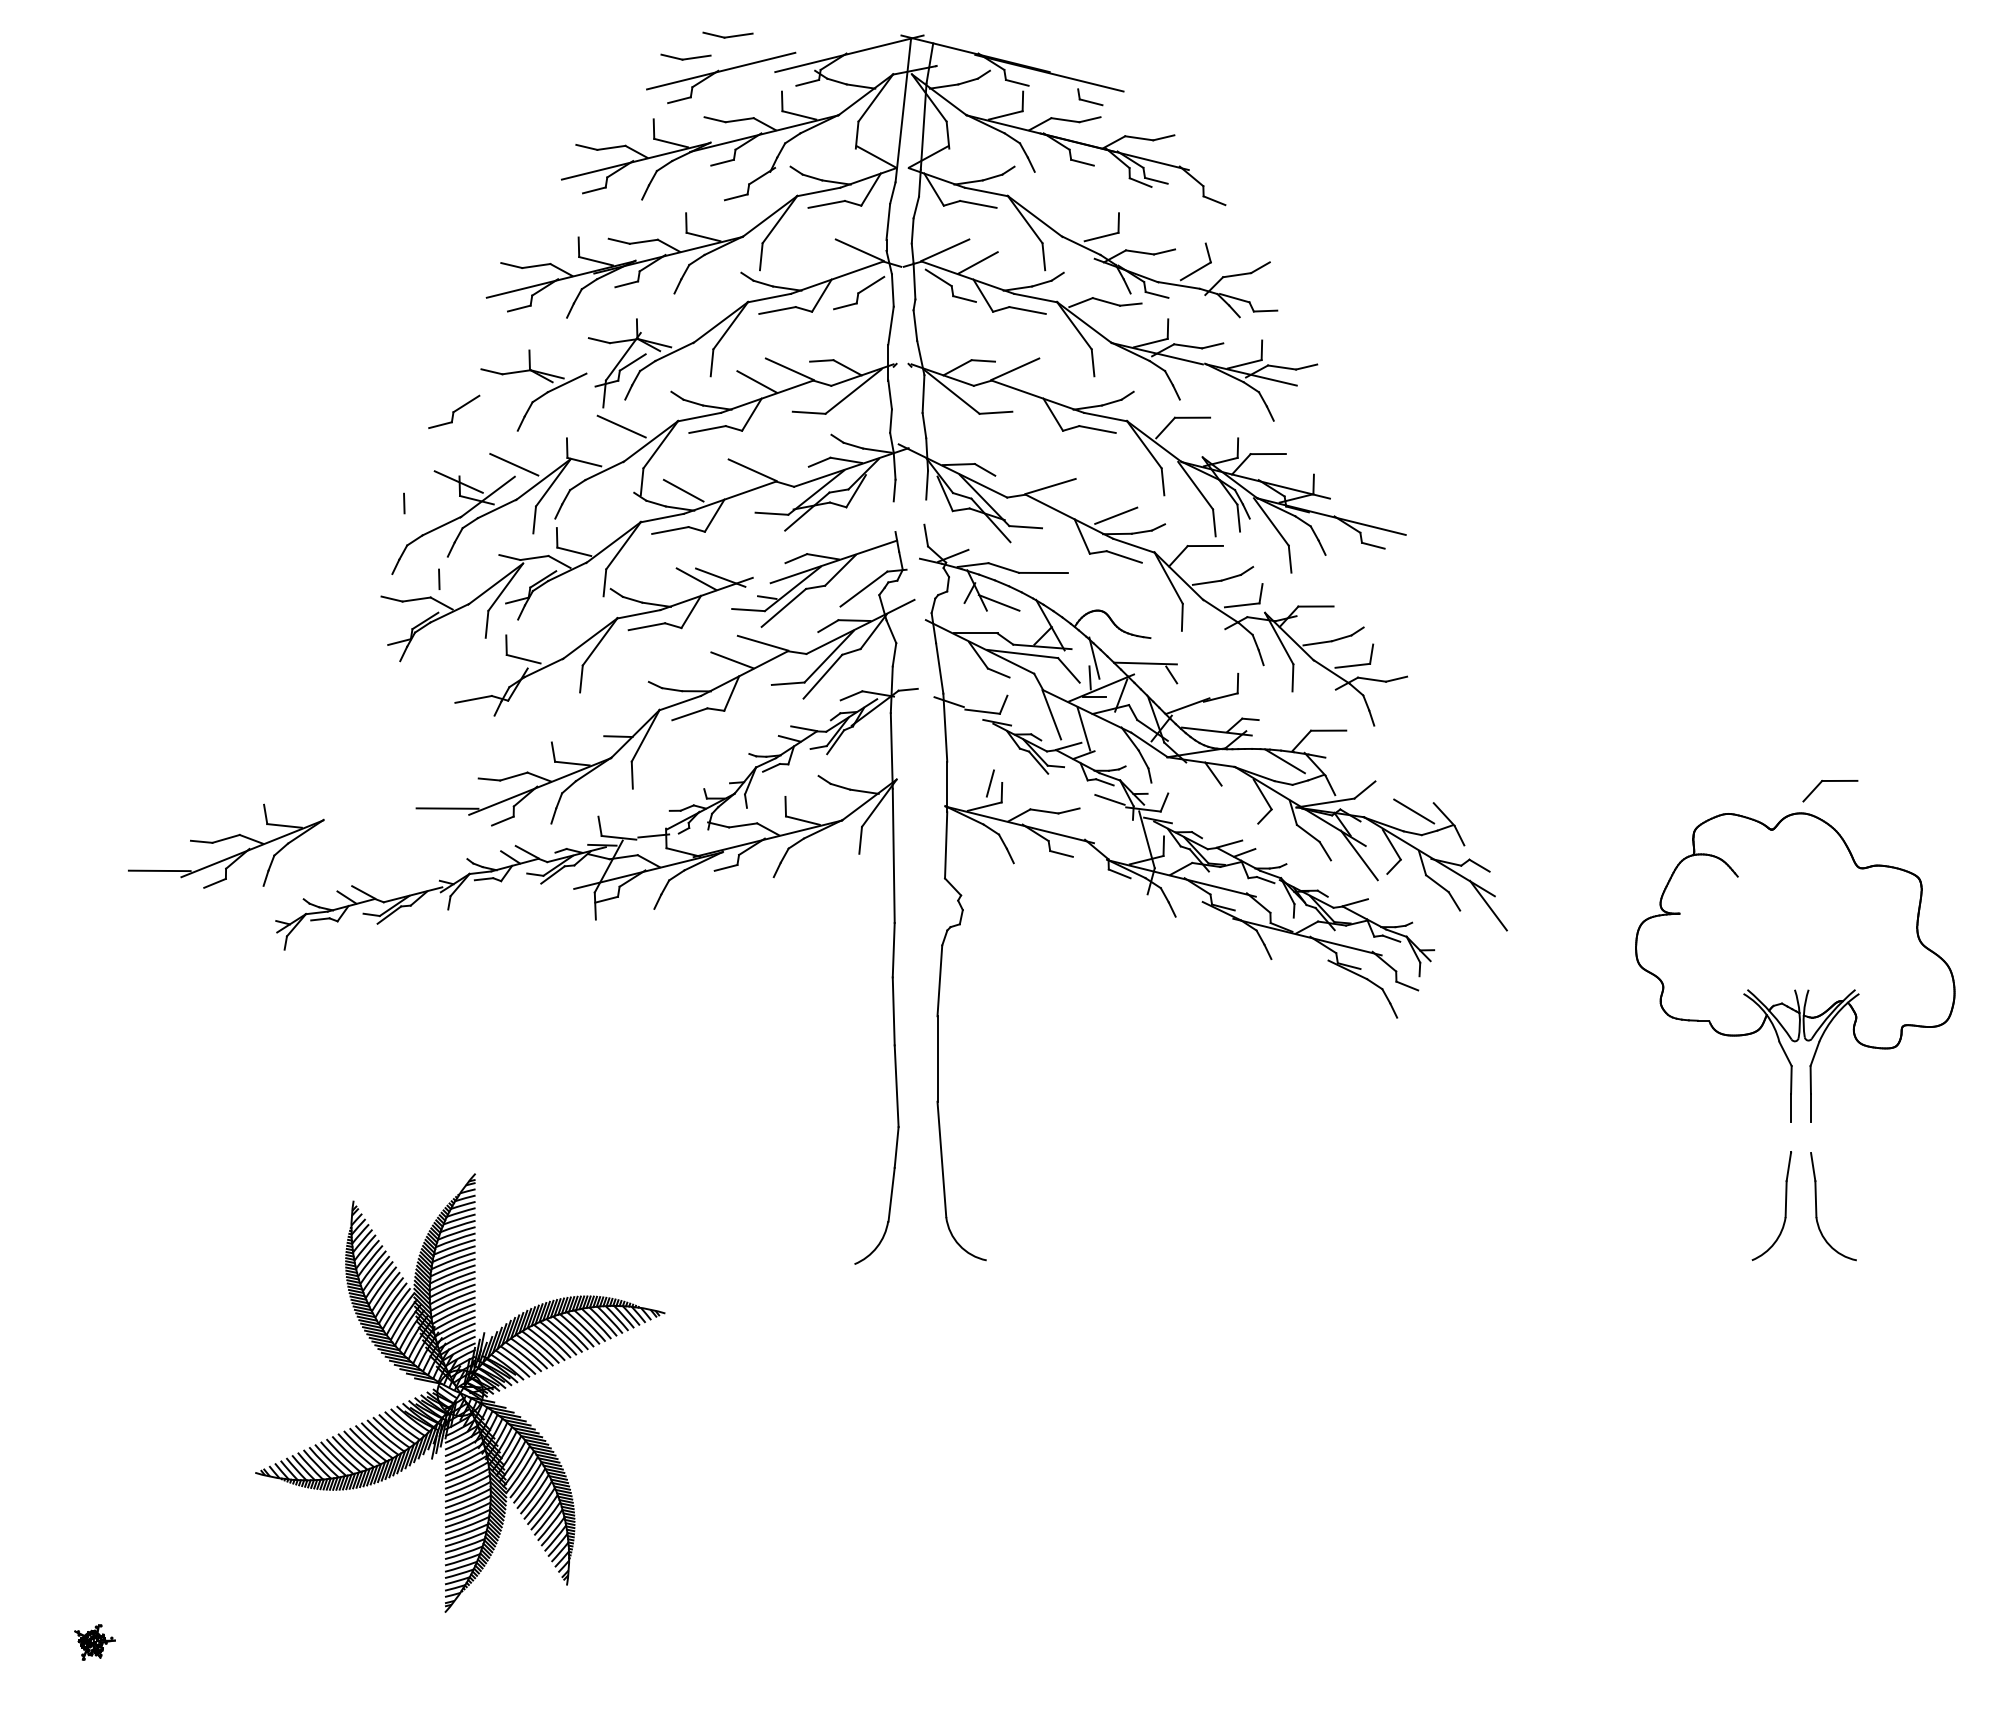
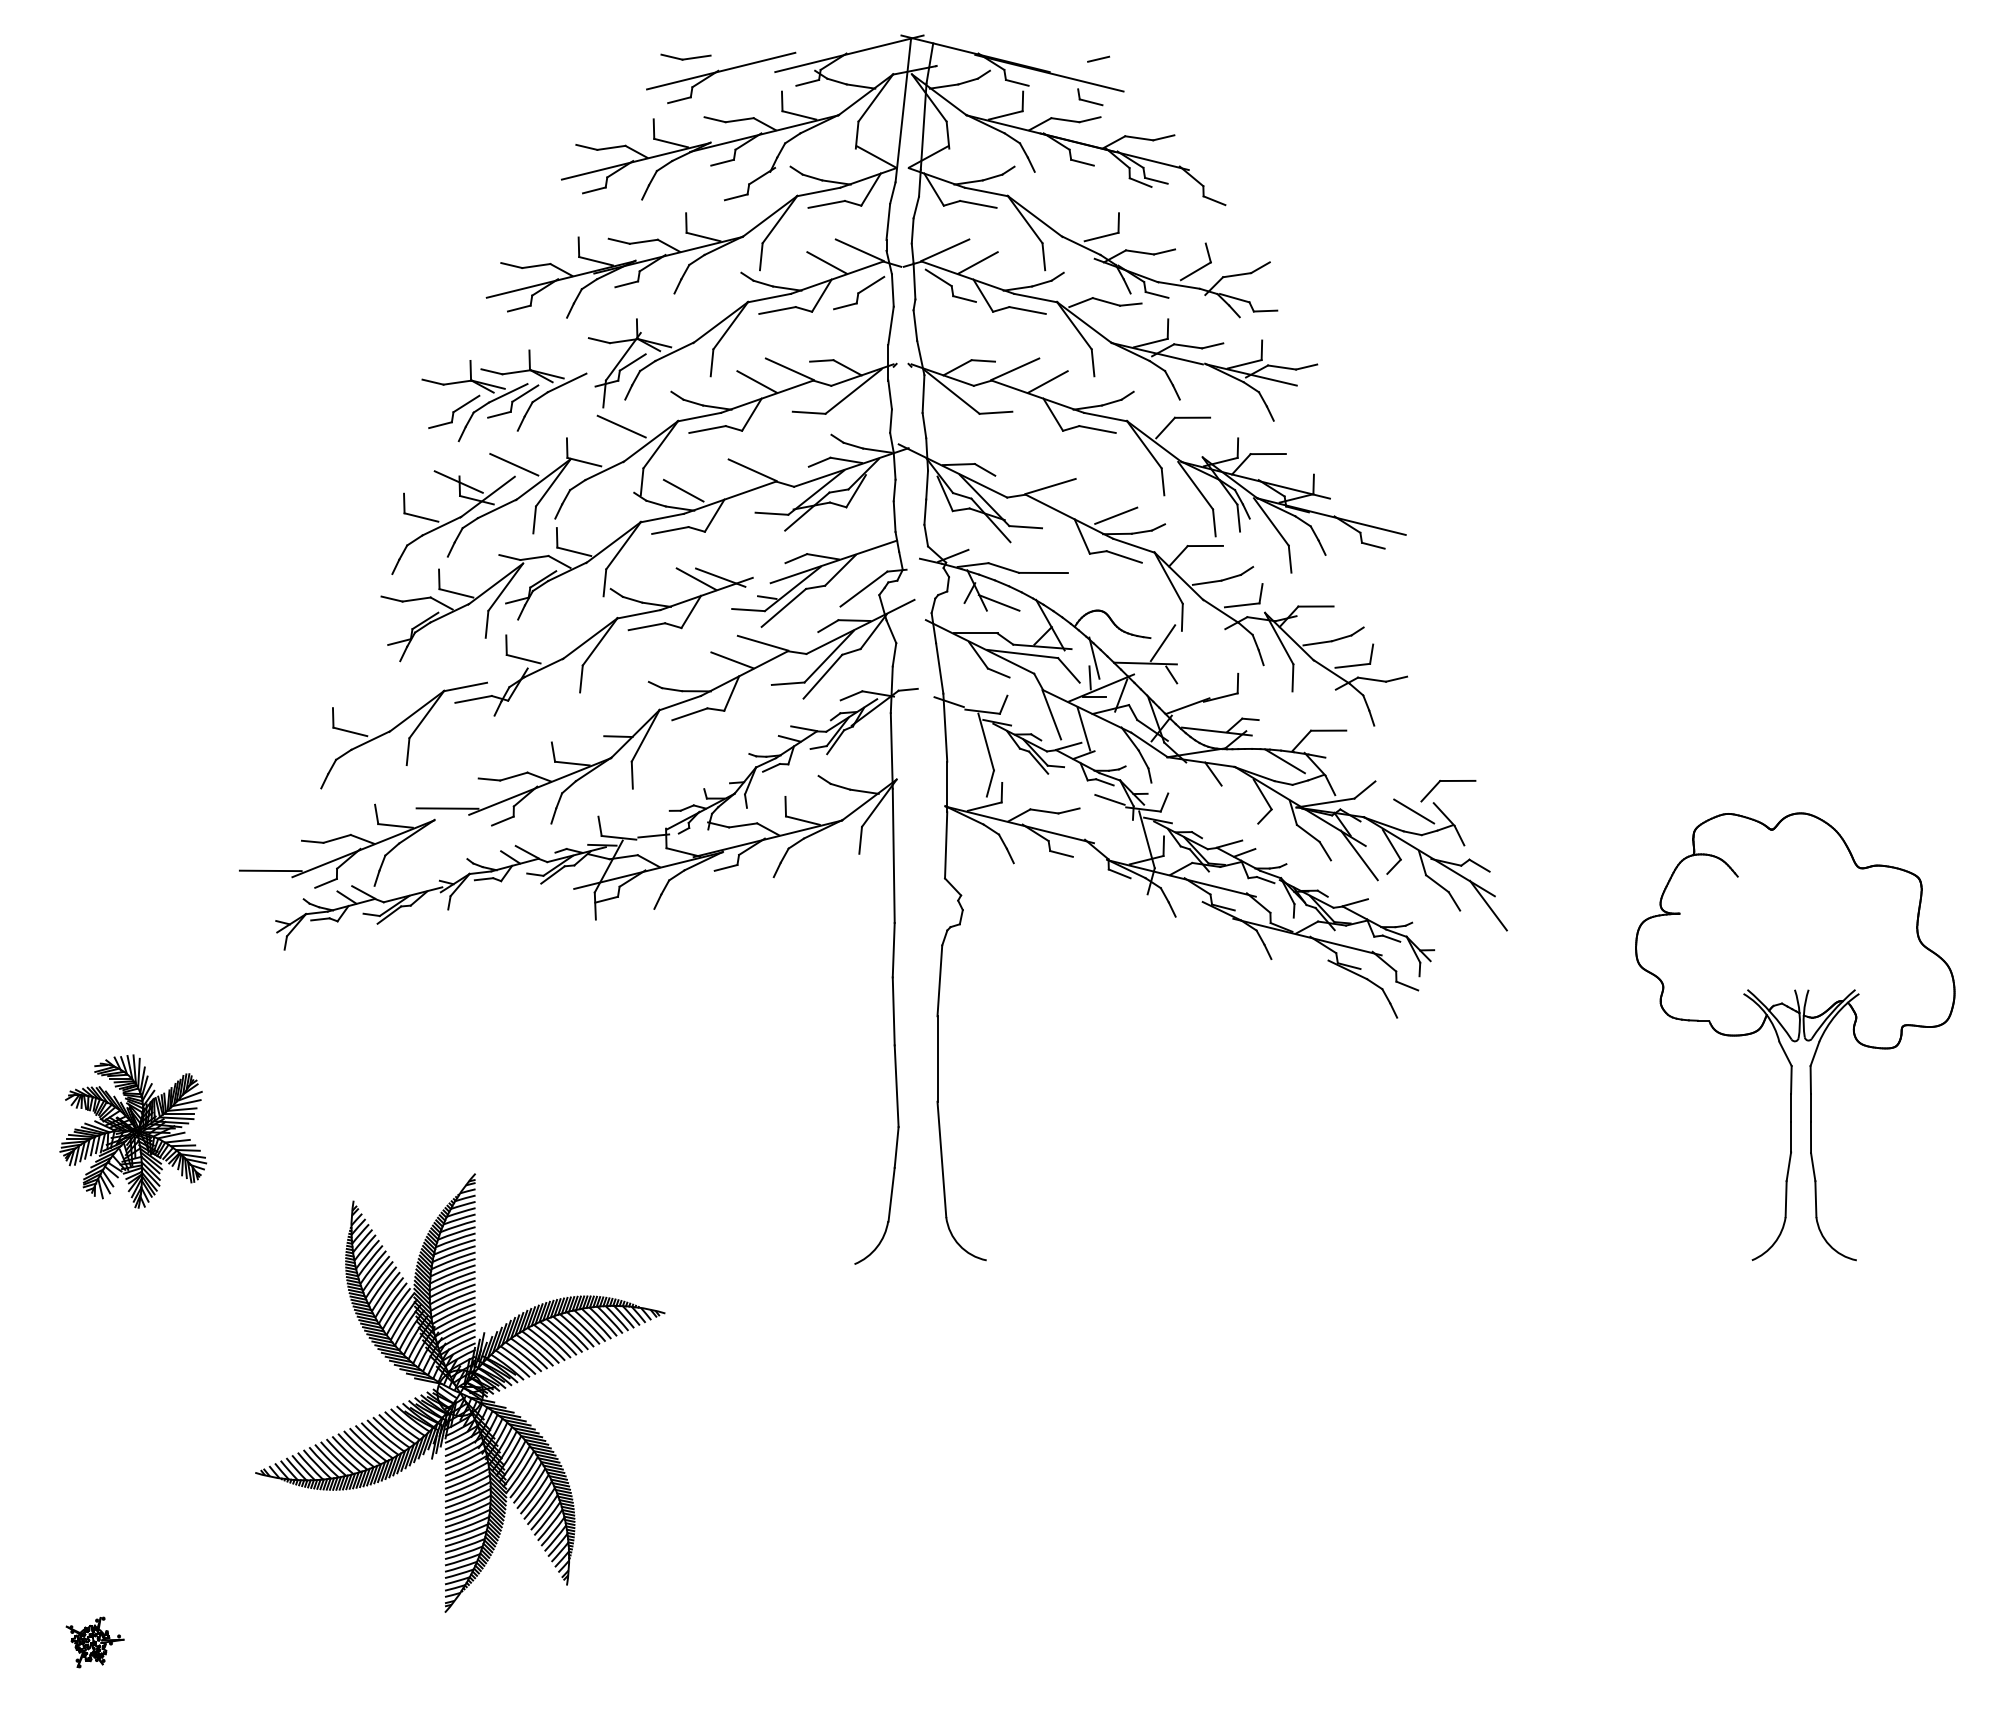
part at (727, 34): present -> none
line at (1098, 58): none -> present
line at (826, 262): none -> present
line at (1047, 381): none -> present
part at (480, 401): none -> present
line at (925, 511): none -> present
line at (894, 516): none -> present
line at (421, 517): none -> present
line at (456, 593): none -> present
line at (1162, 643): none -> present
part at (403, 735): none -> present
line at (985, 741): none -> present
part at (1830, 781) position: (1830, 781) -> (1448, 781)
part at (226, 845) position: (226, 845) -> (337, 845)
part at (133, 1131): none -> present
line at (1791, 1136): none -> present
line at (1810, 1137): none -> present
part at (94, 1642) size: 42x37 px -> 60x53 px
